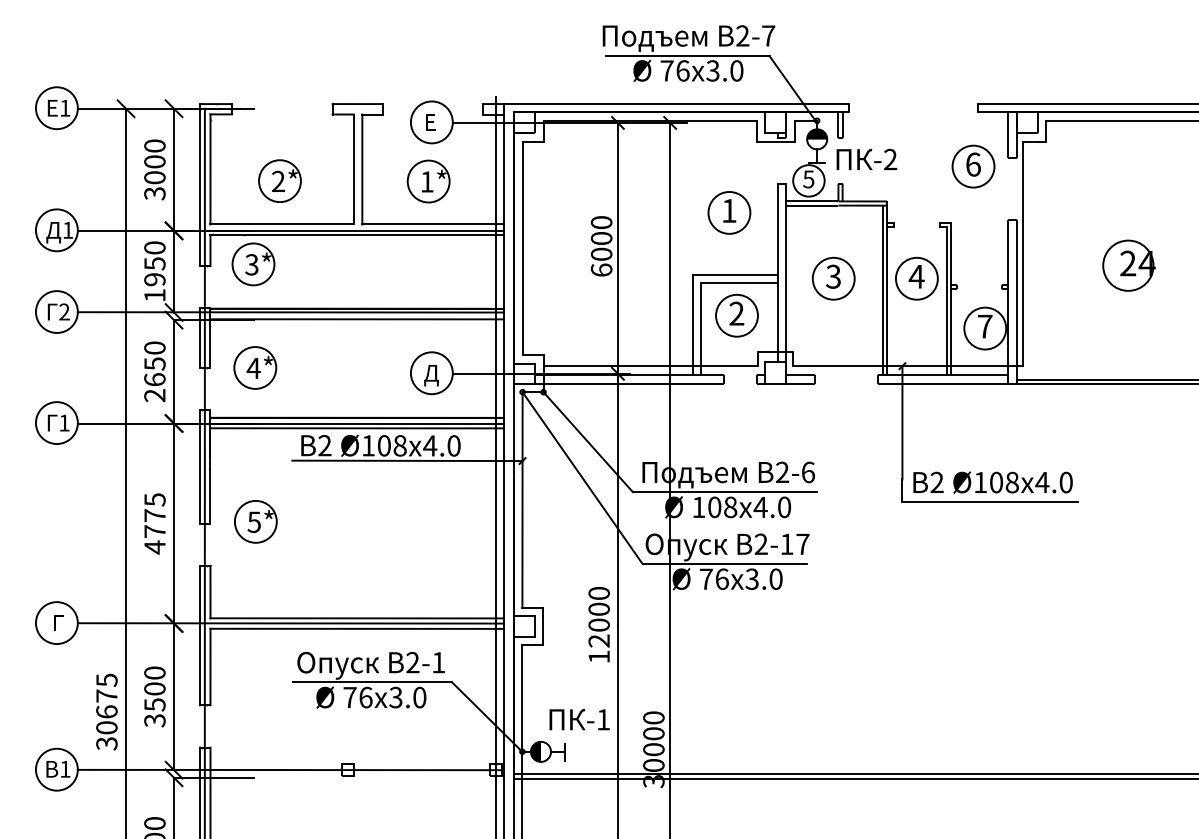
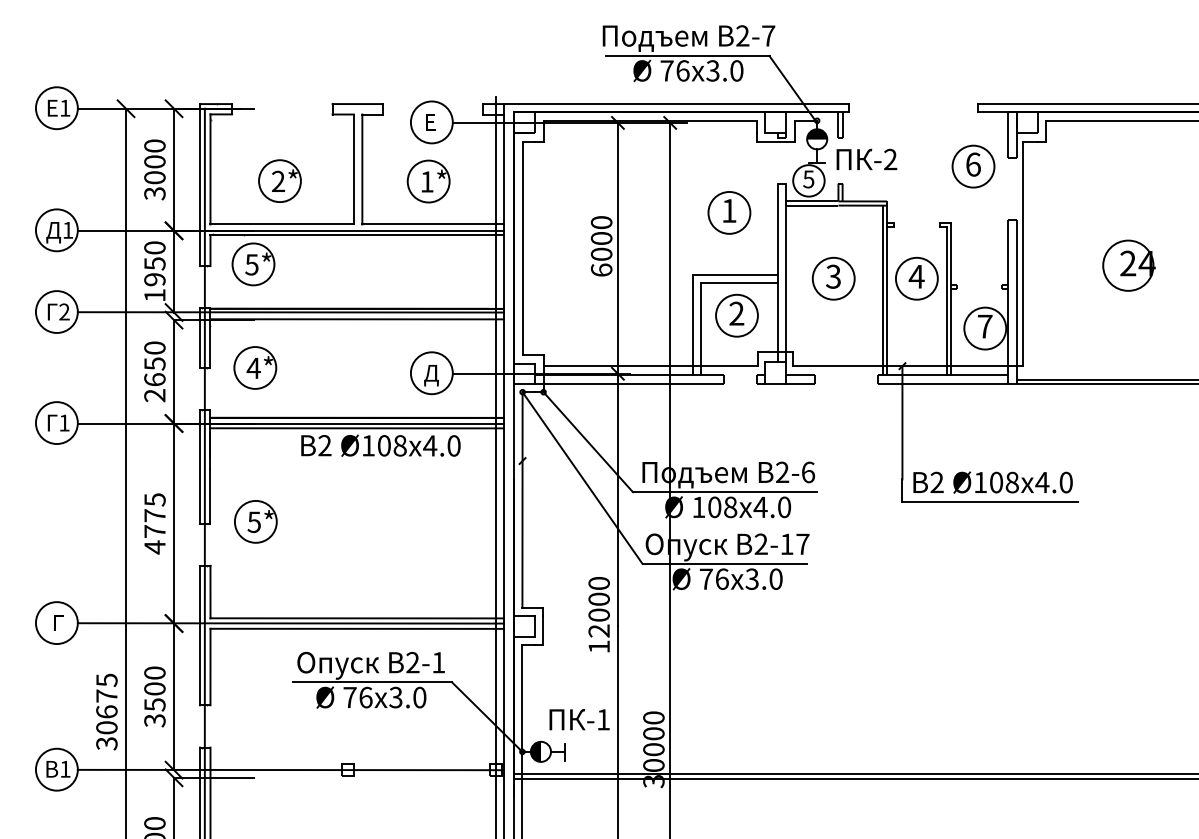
text at (251, 264): 3* -> 5*
line at (407, 460): present -> none
text at (598, 624) position: (598, 624) -> (598, 614)
